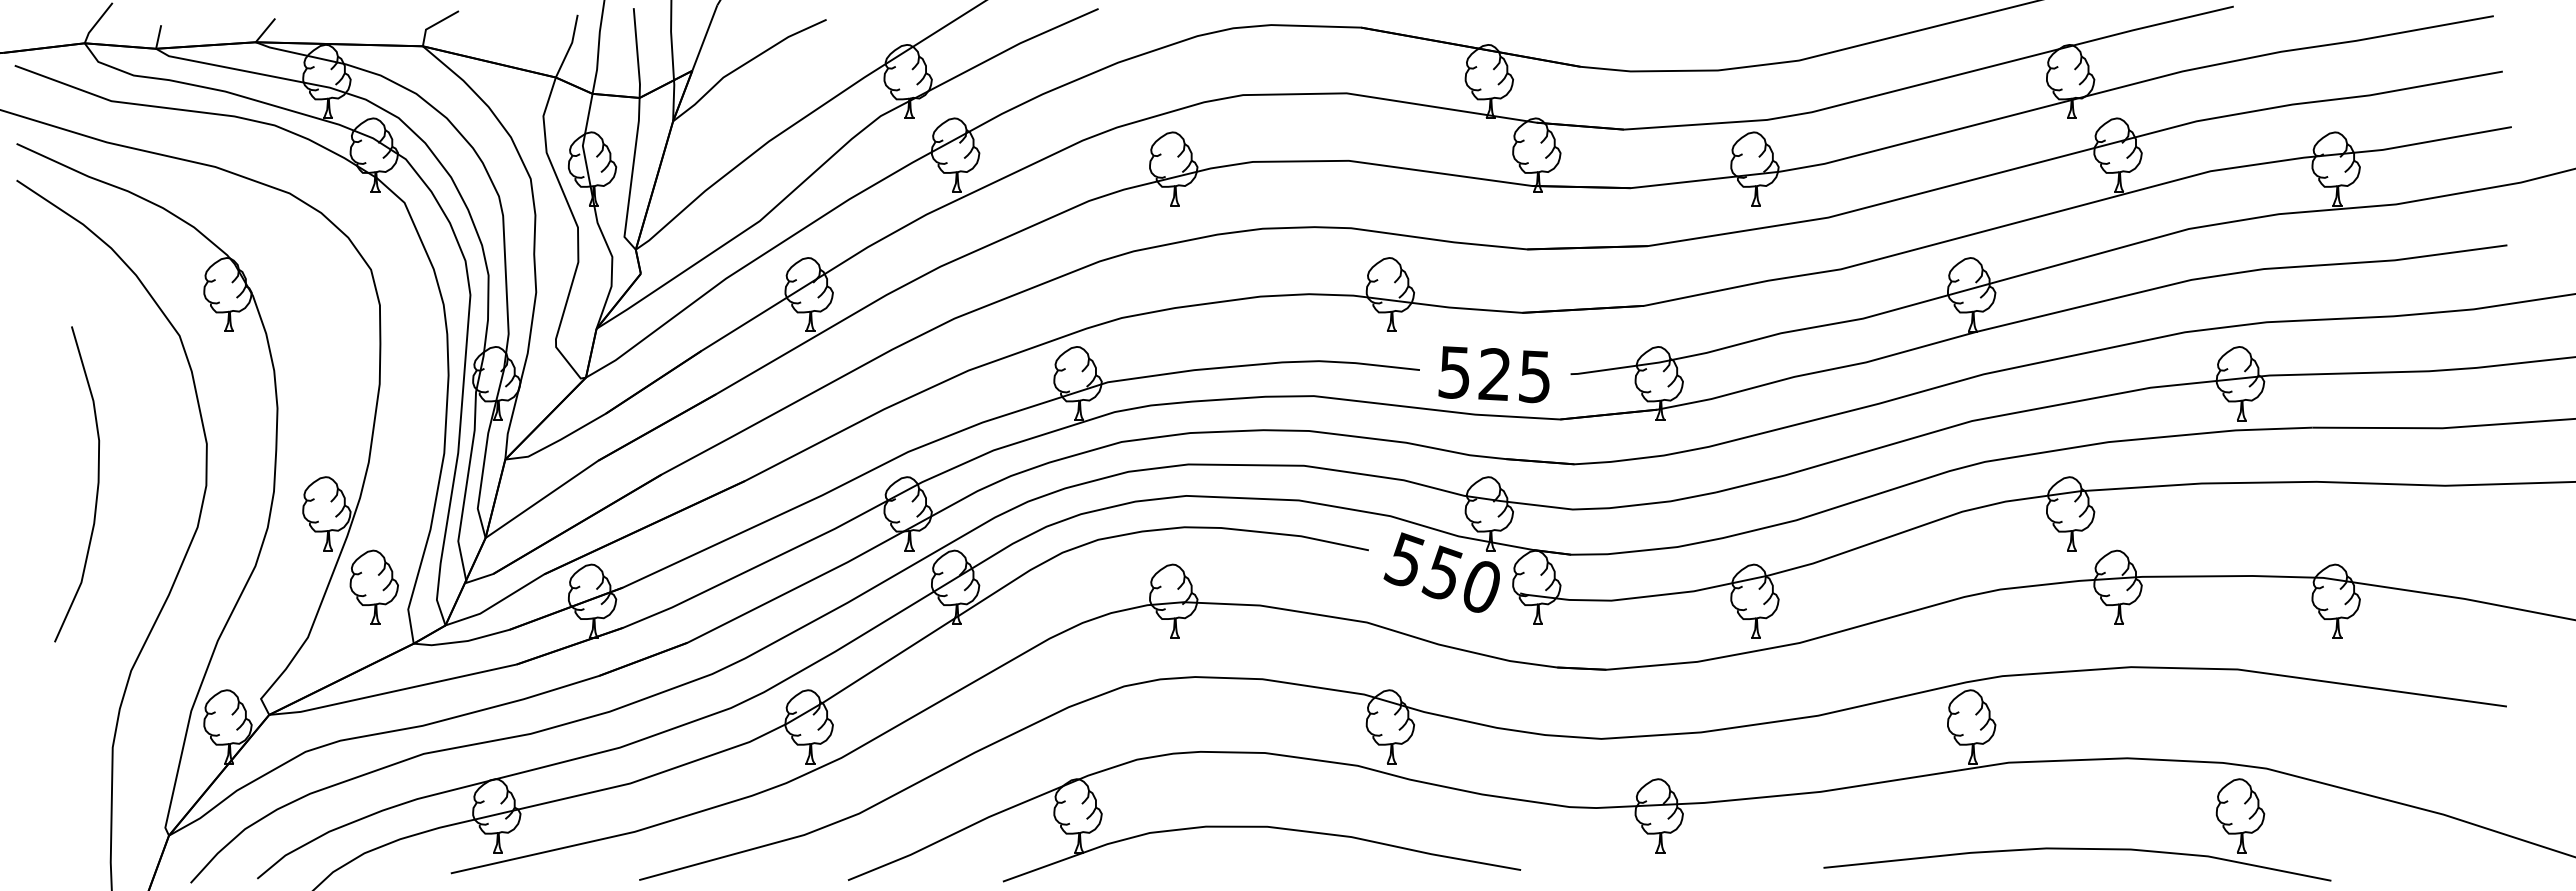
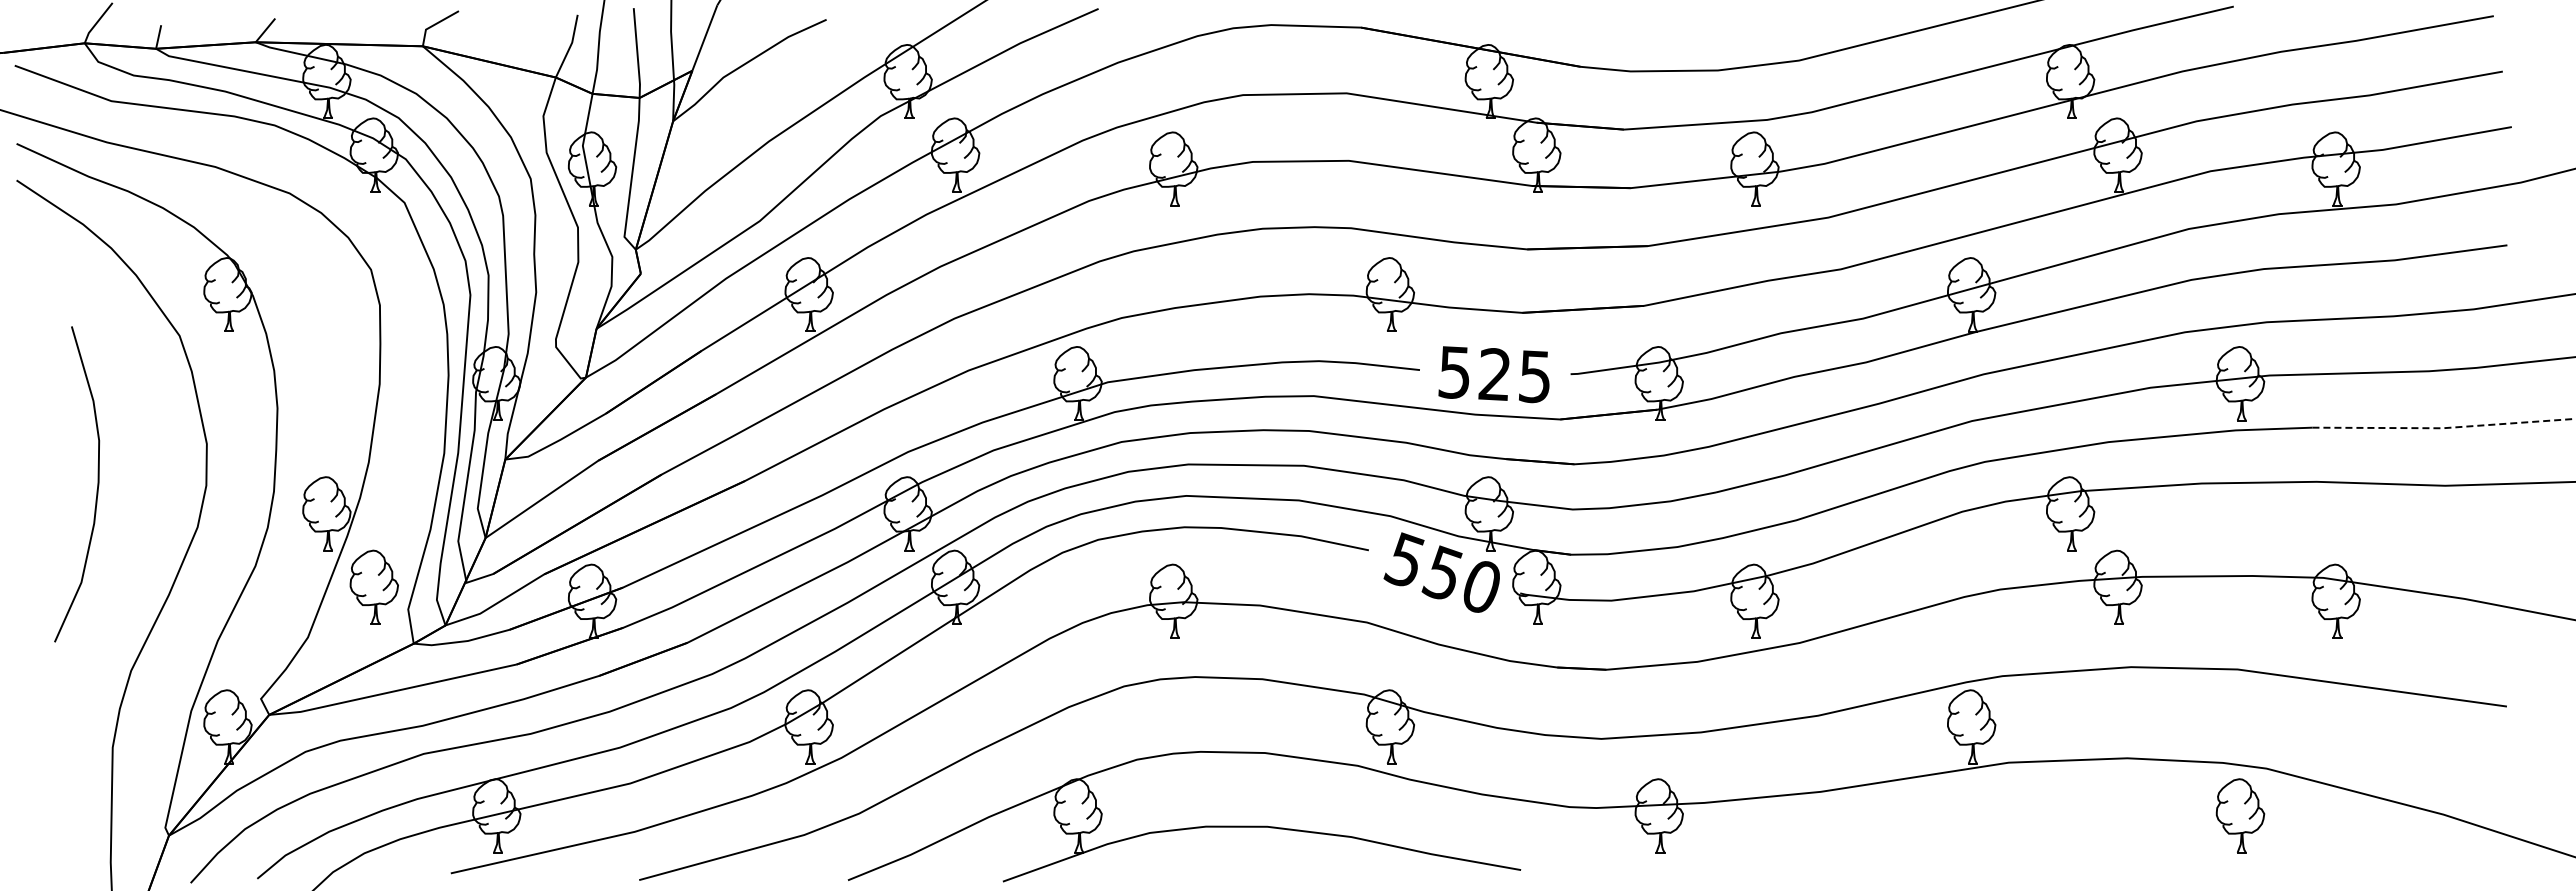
line at (2443, 428): solid -> dashed
curve at (2077, 849): present -> none
